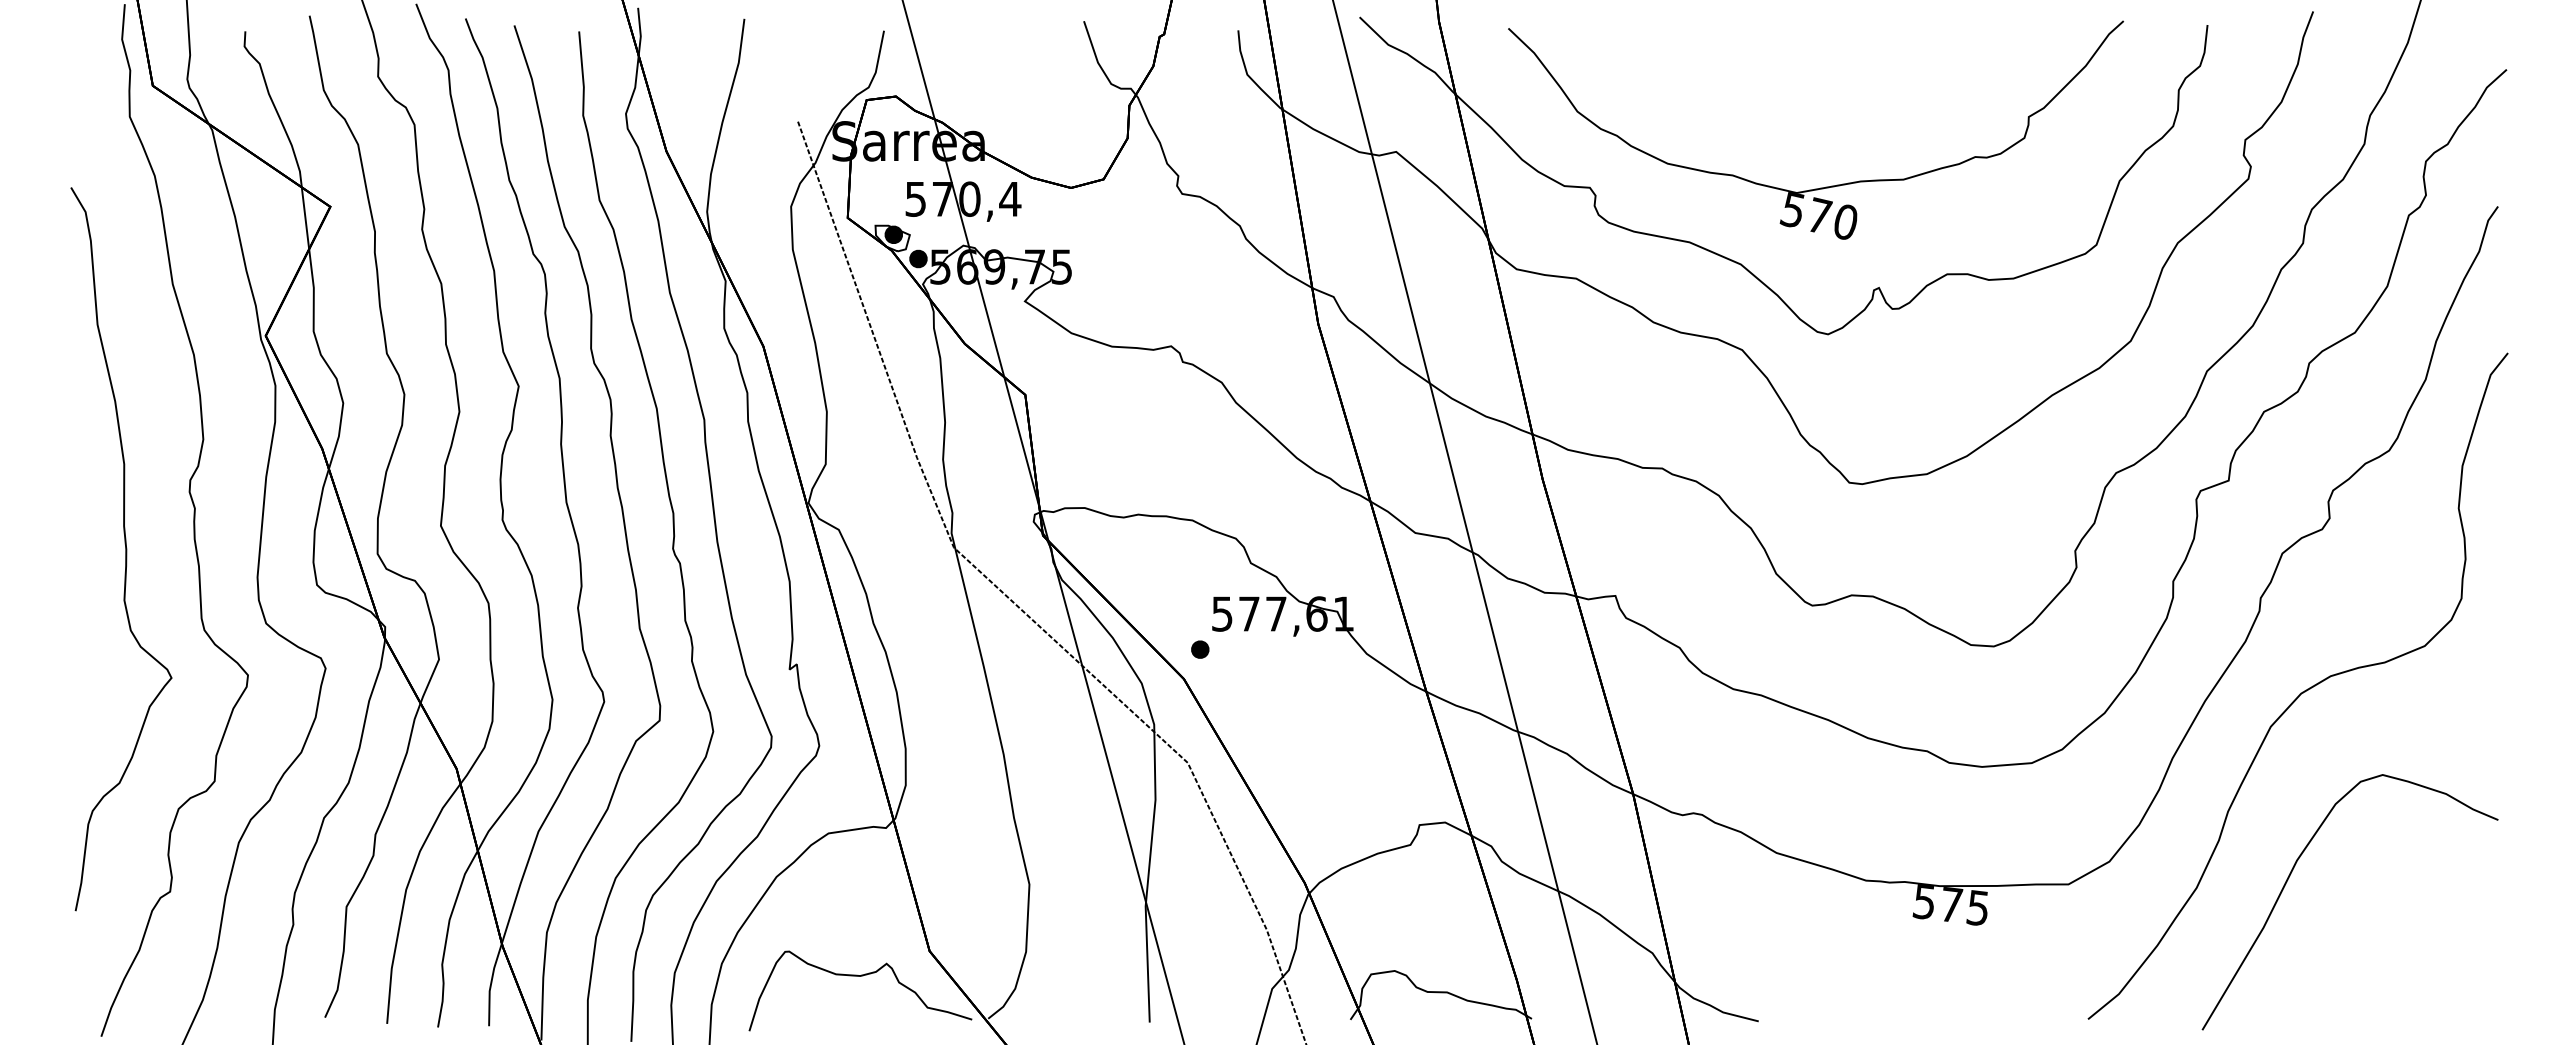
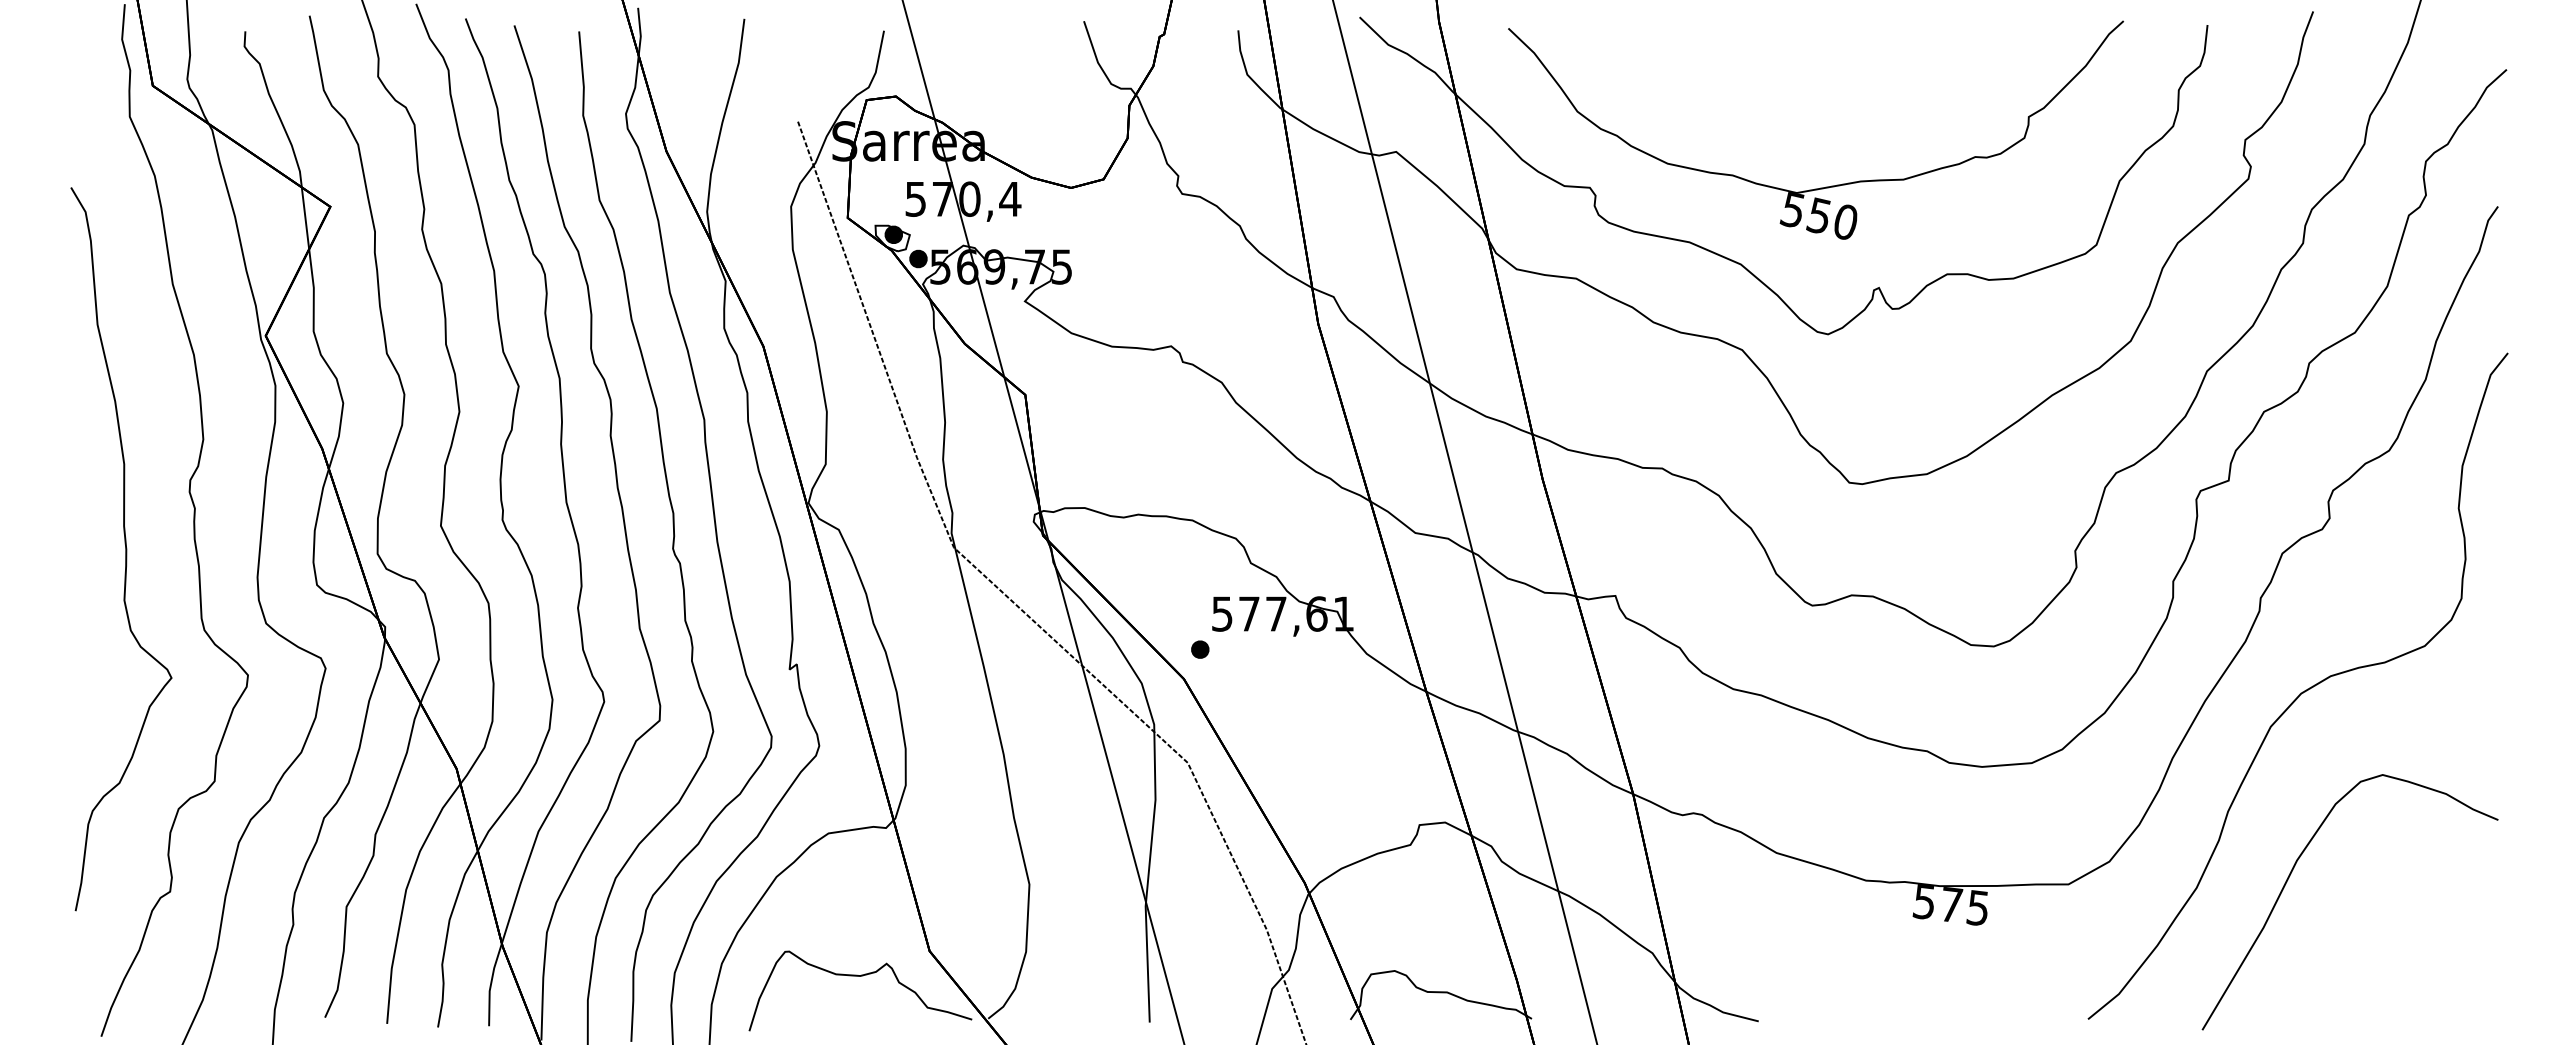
text at (1819, 215): 570 -> 550
